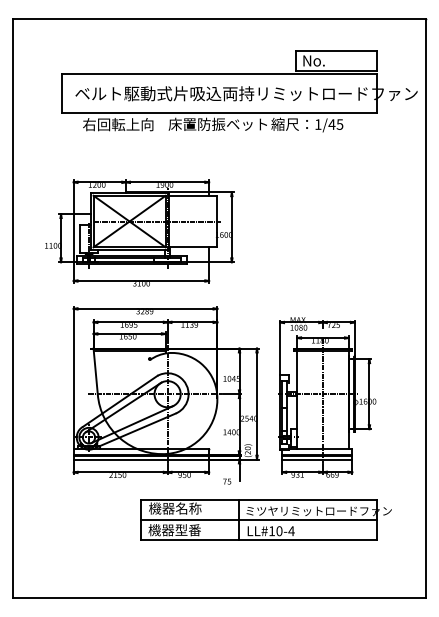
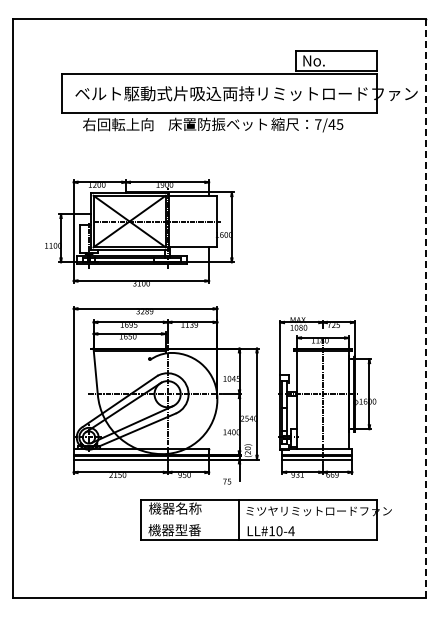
text at (318, 124): 1/45 -> 7/45
line at (425, 308): solid -> dashed
line at (258, 519): present -> none
